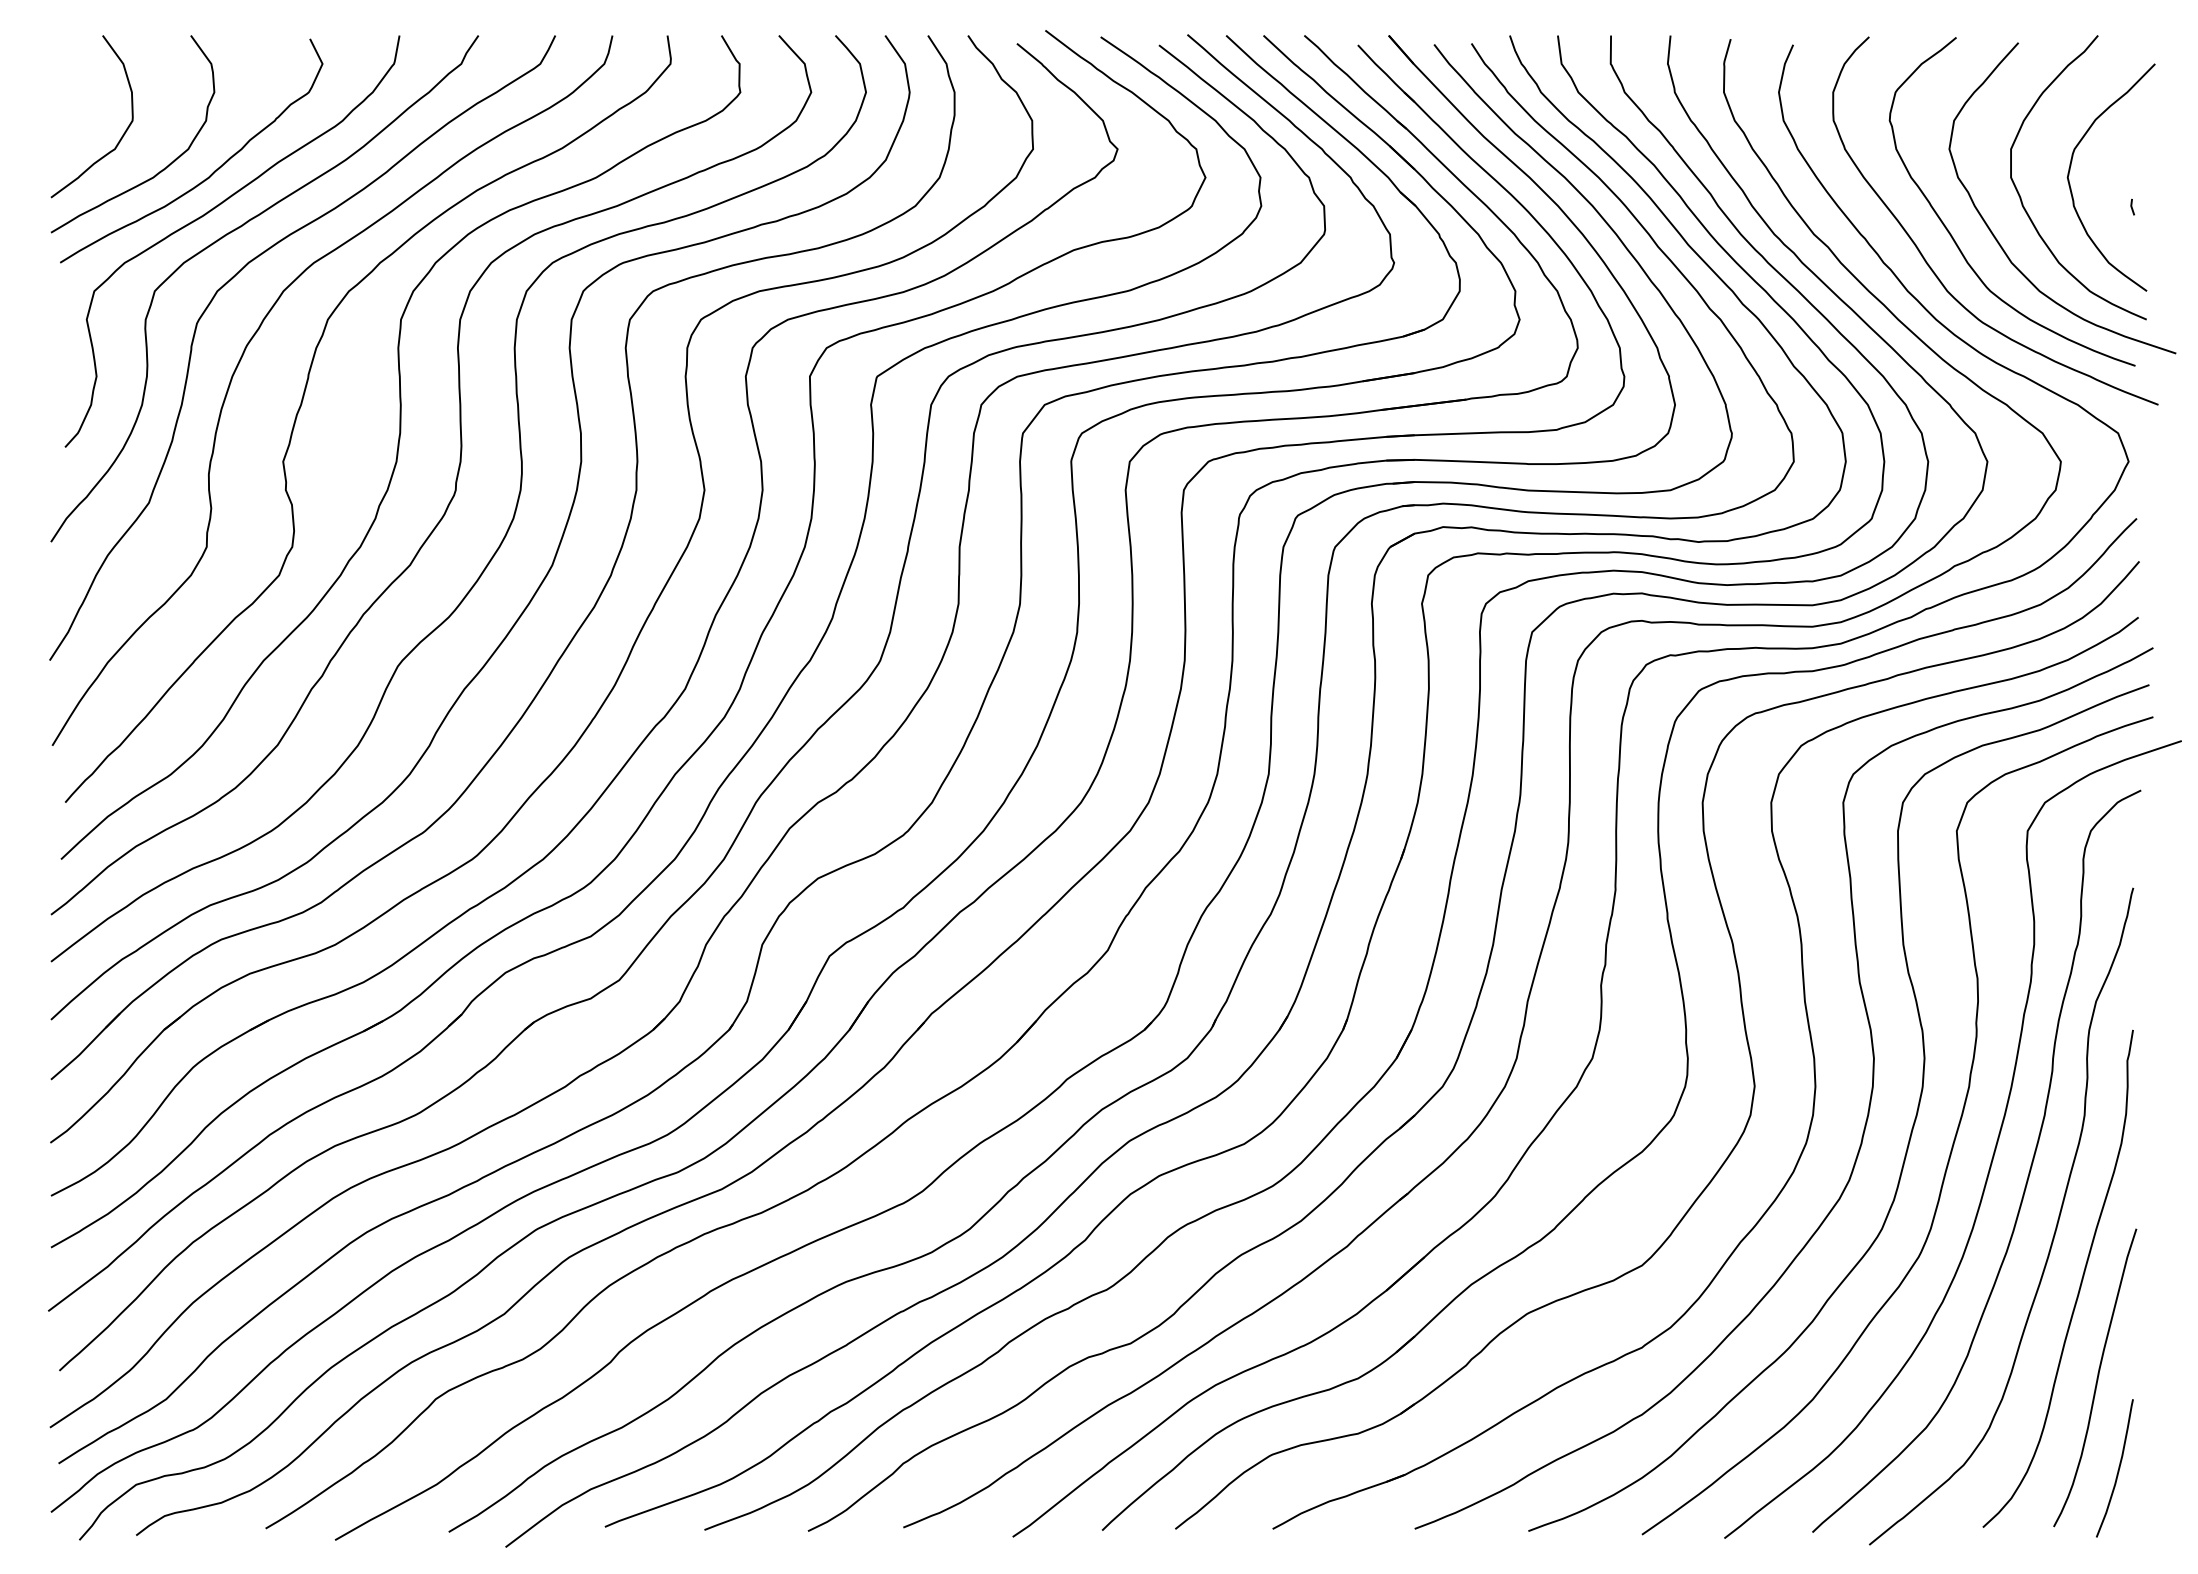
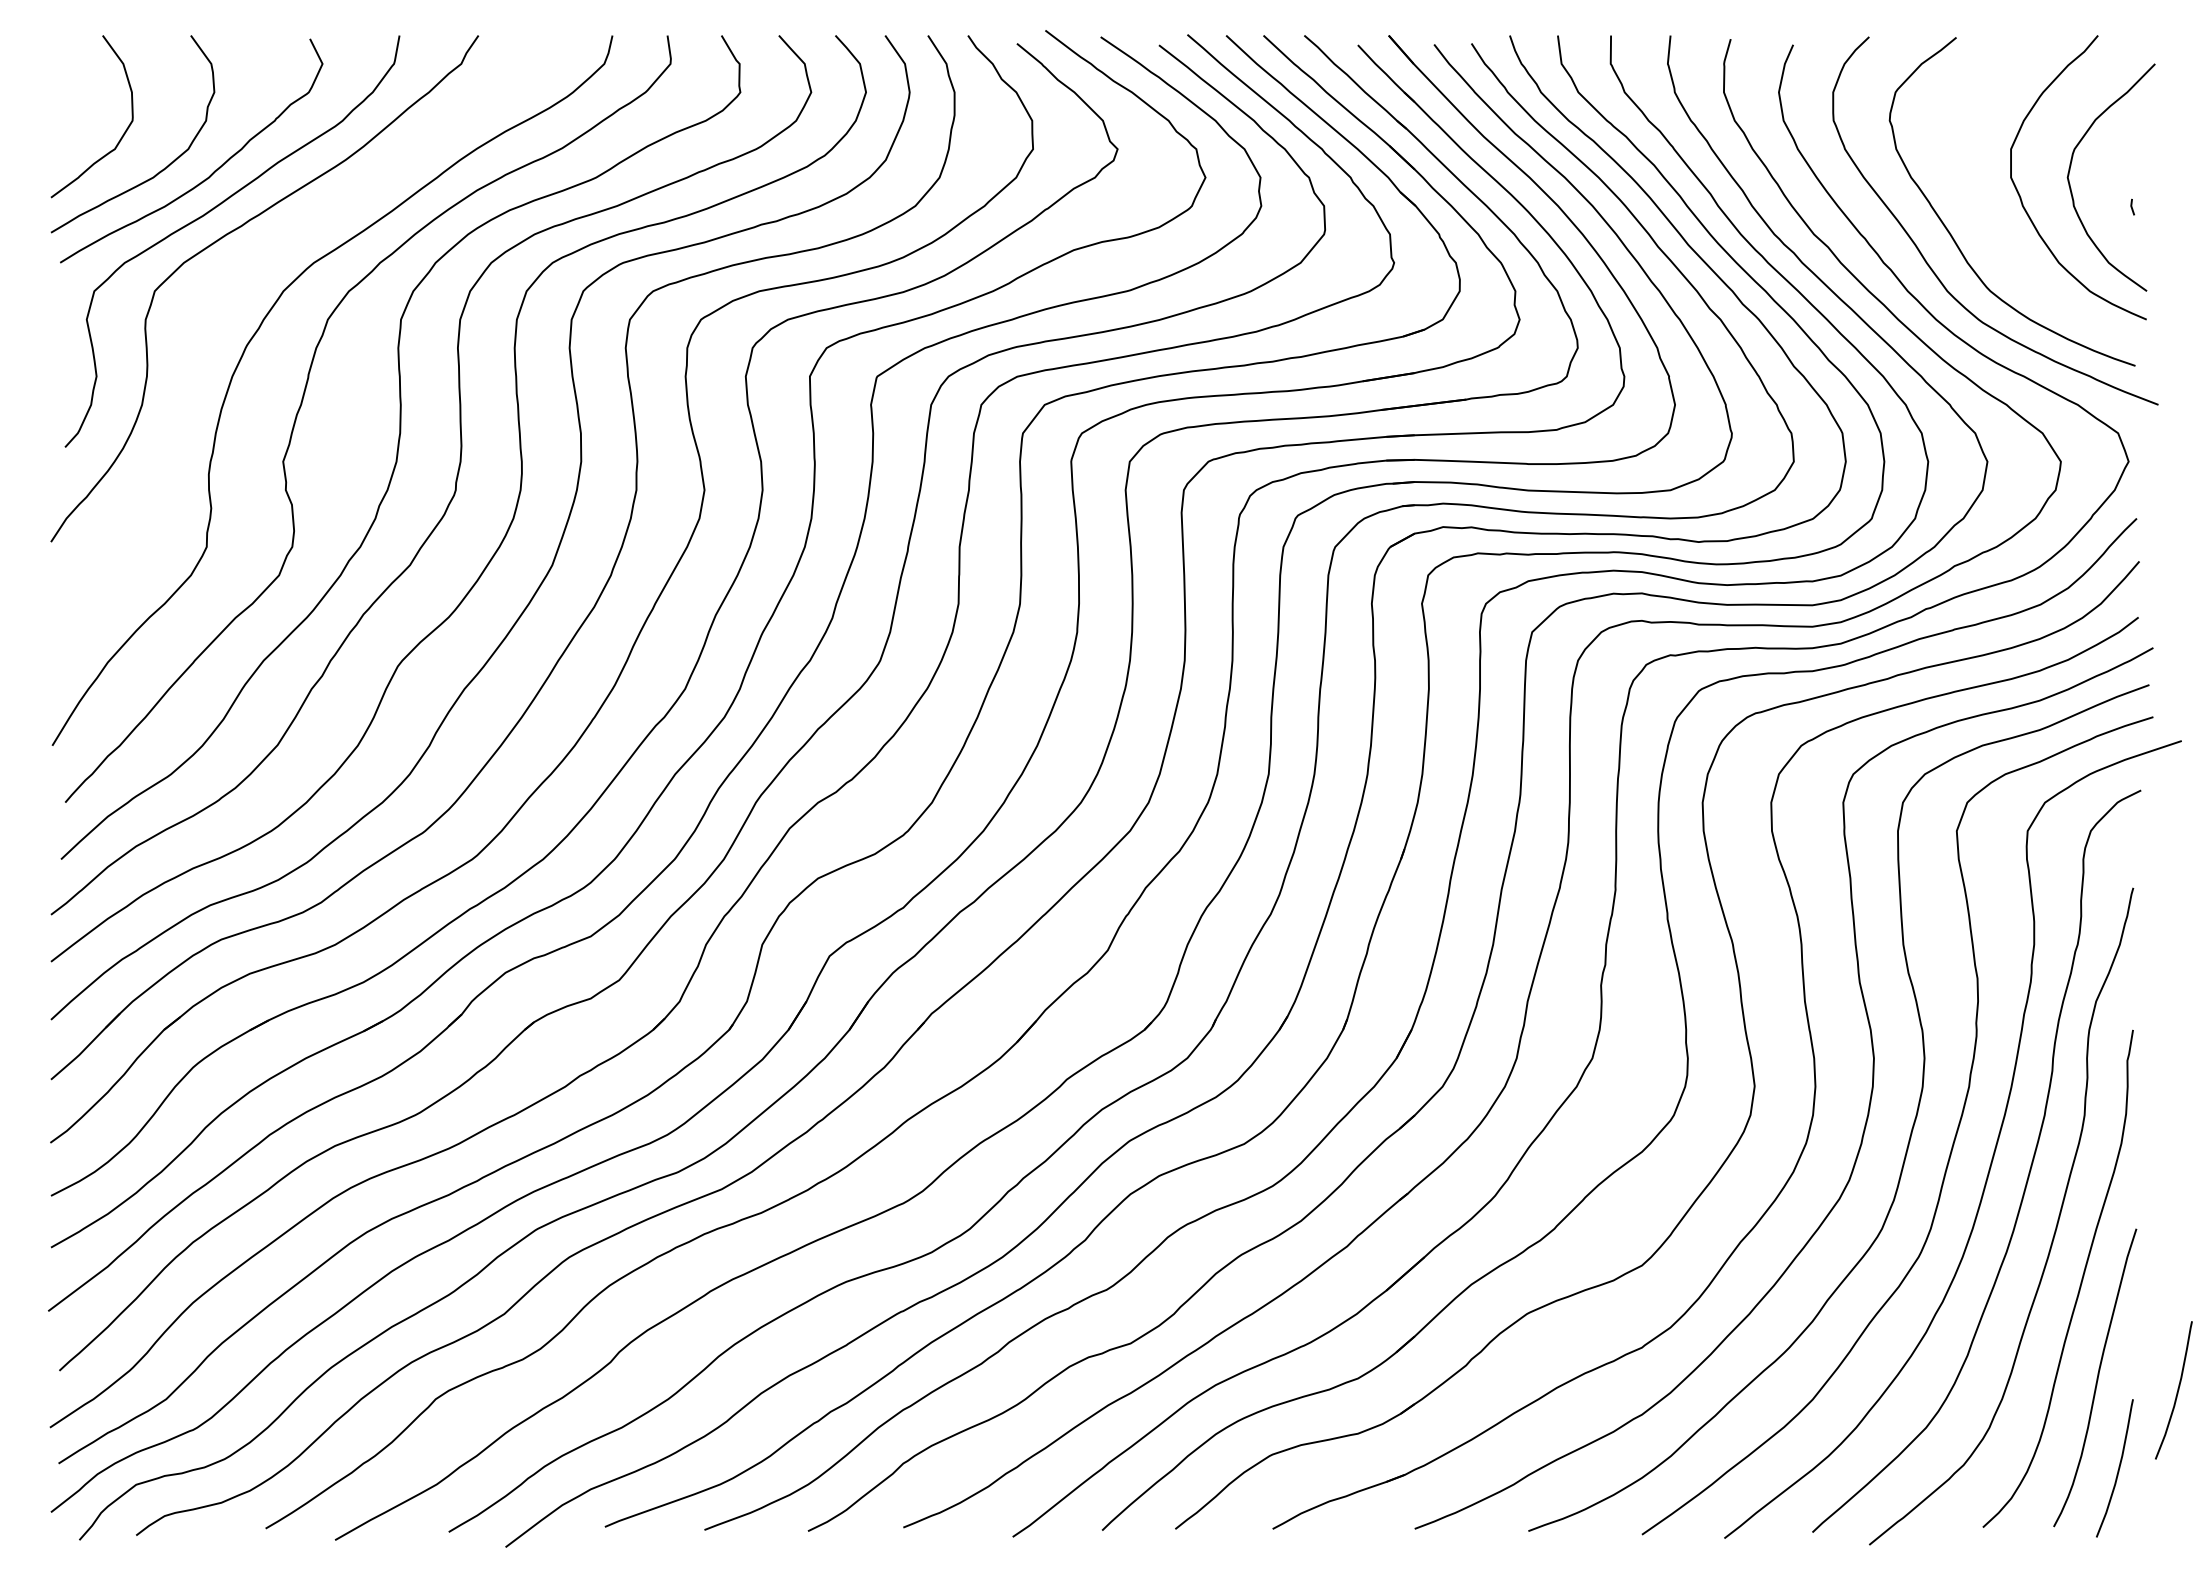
curve at (1996, 237): present -> none
curve at (233, 278): present -> none
curve at (2176, 1392): none -> present
